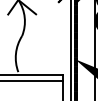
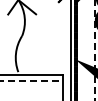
line at (95, 50): solid -> dashed
line at (32, 81): solid -> dashed
